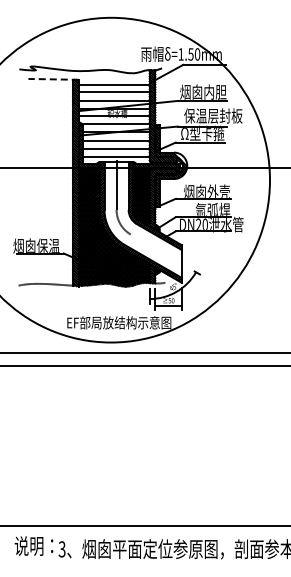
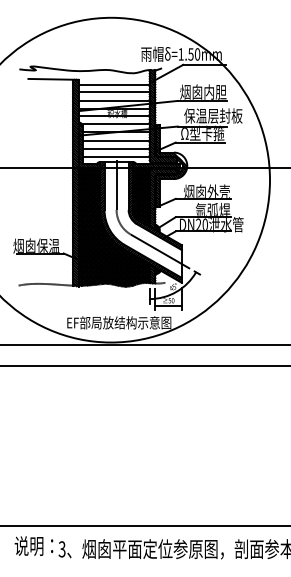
line at (53, 79): dashed -> solid
line at (160, 251): none -> present
line at (144, 352) position: (144, 352) -> (144, 344)
